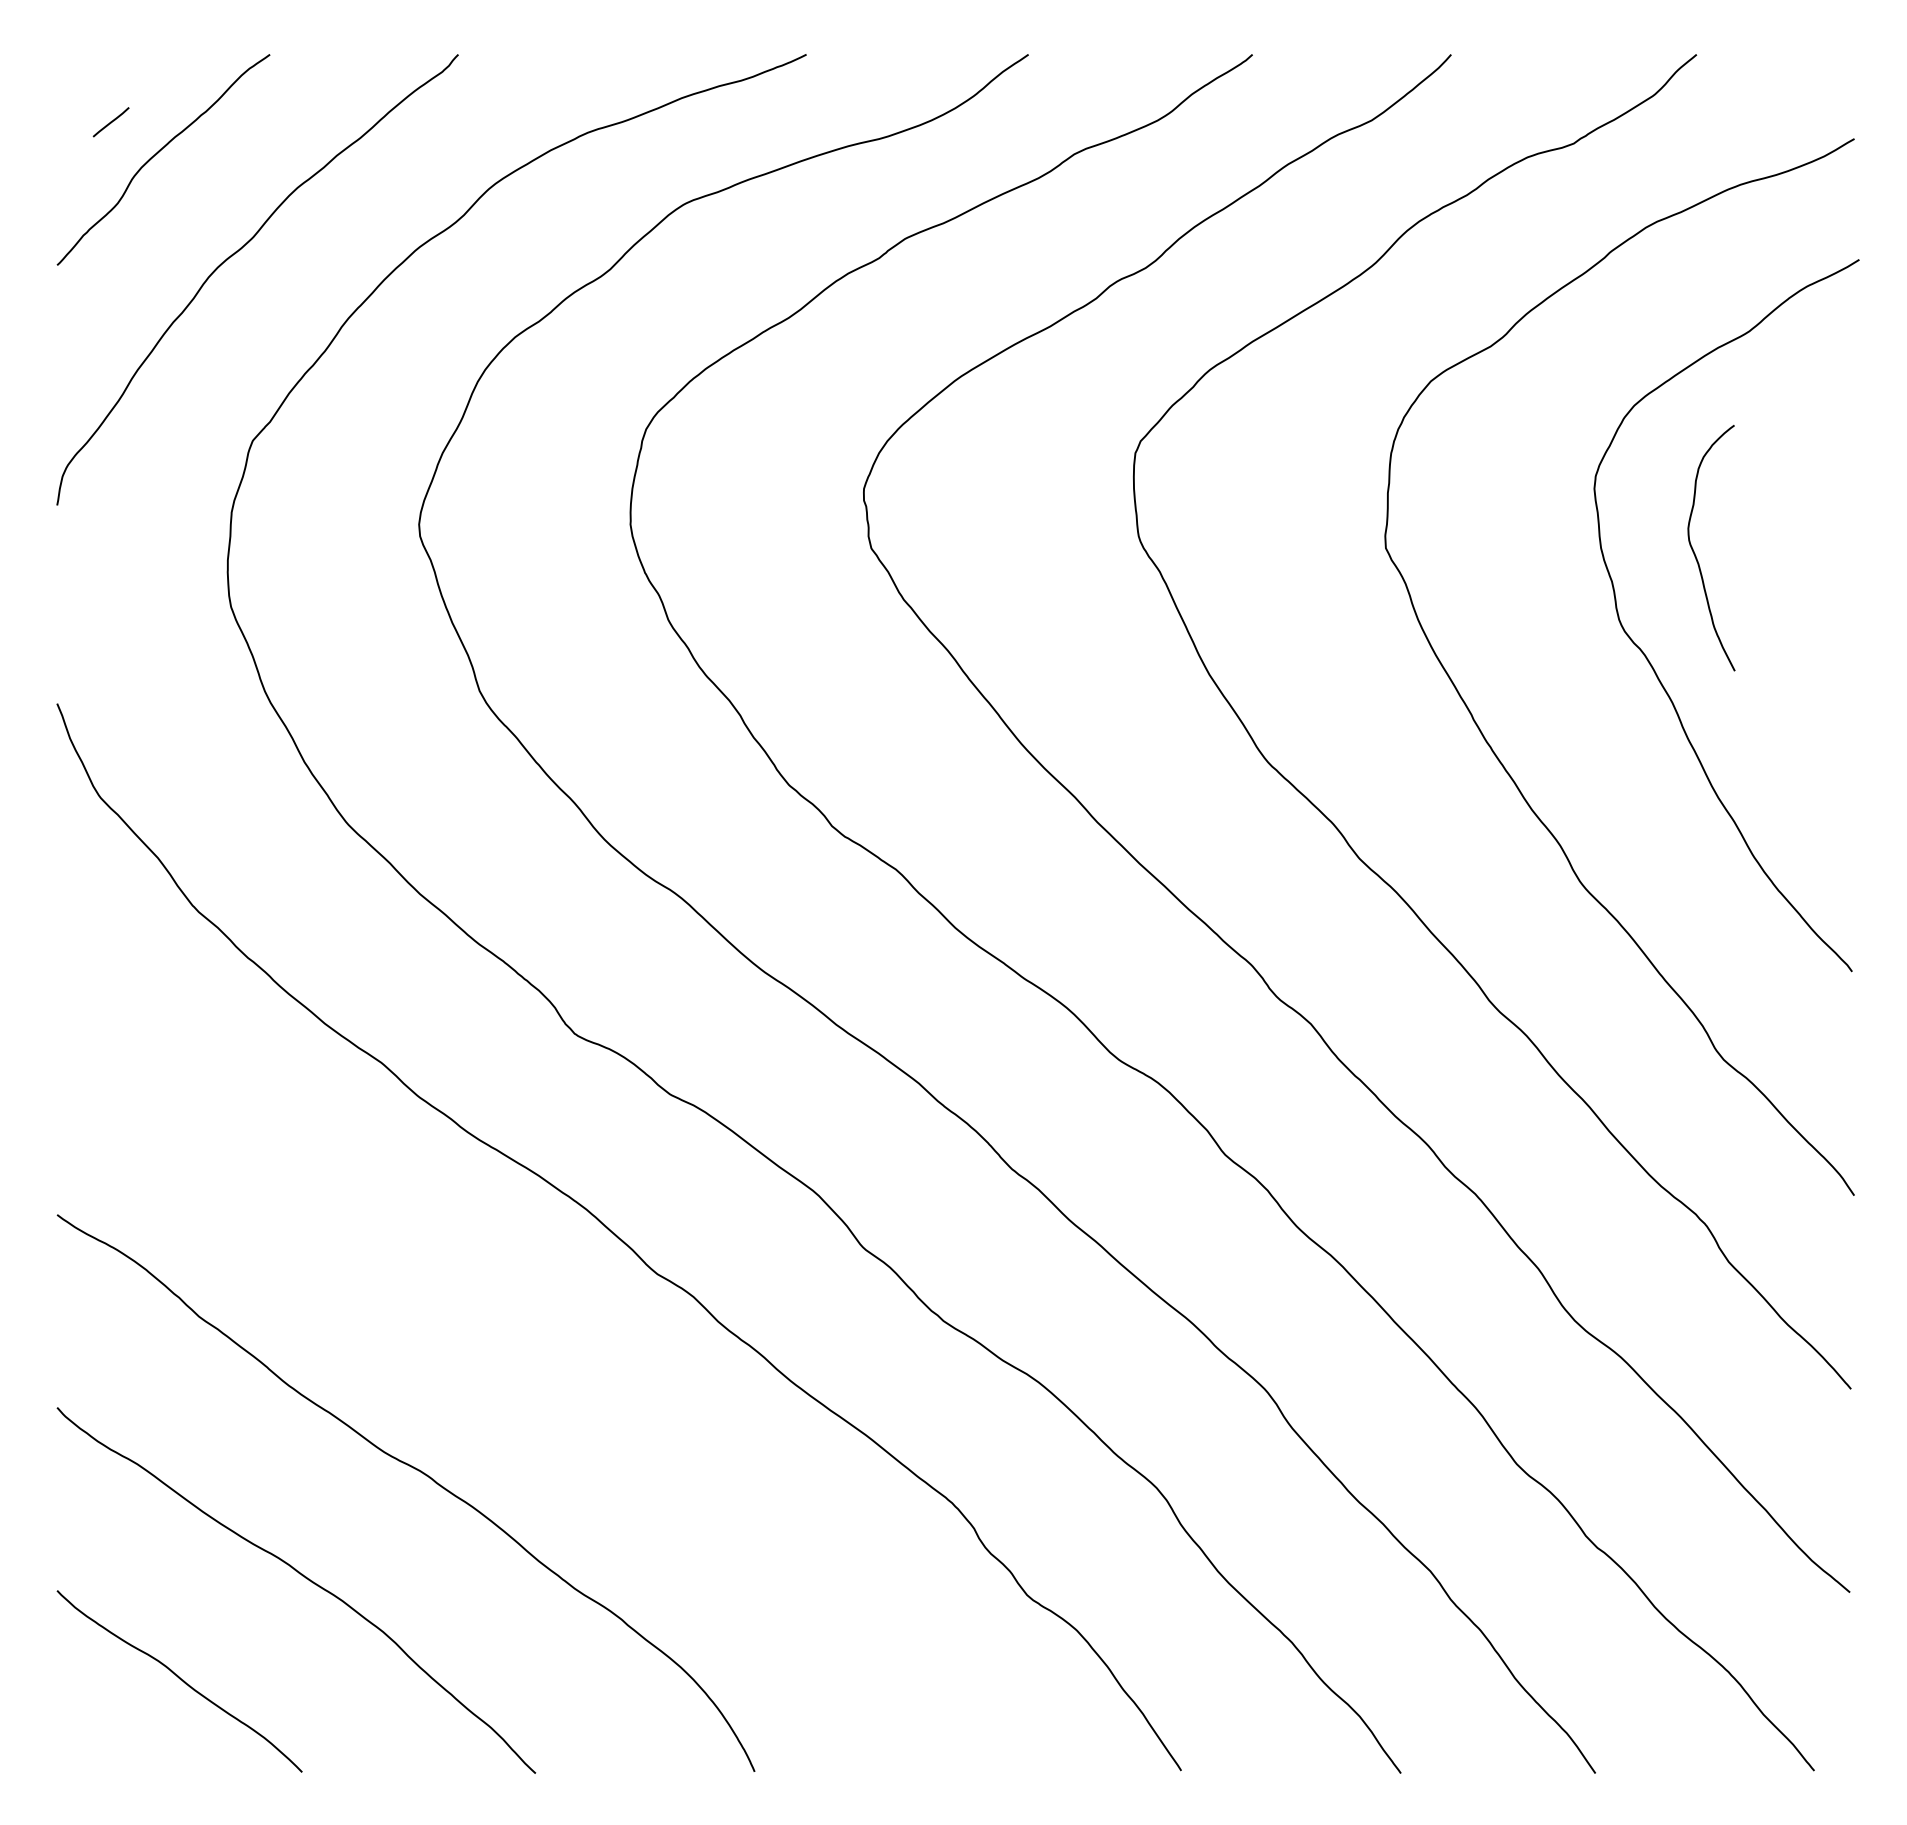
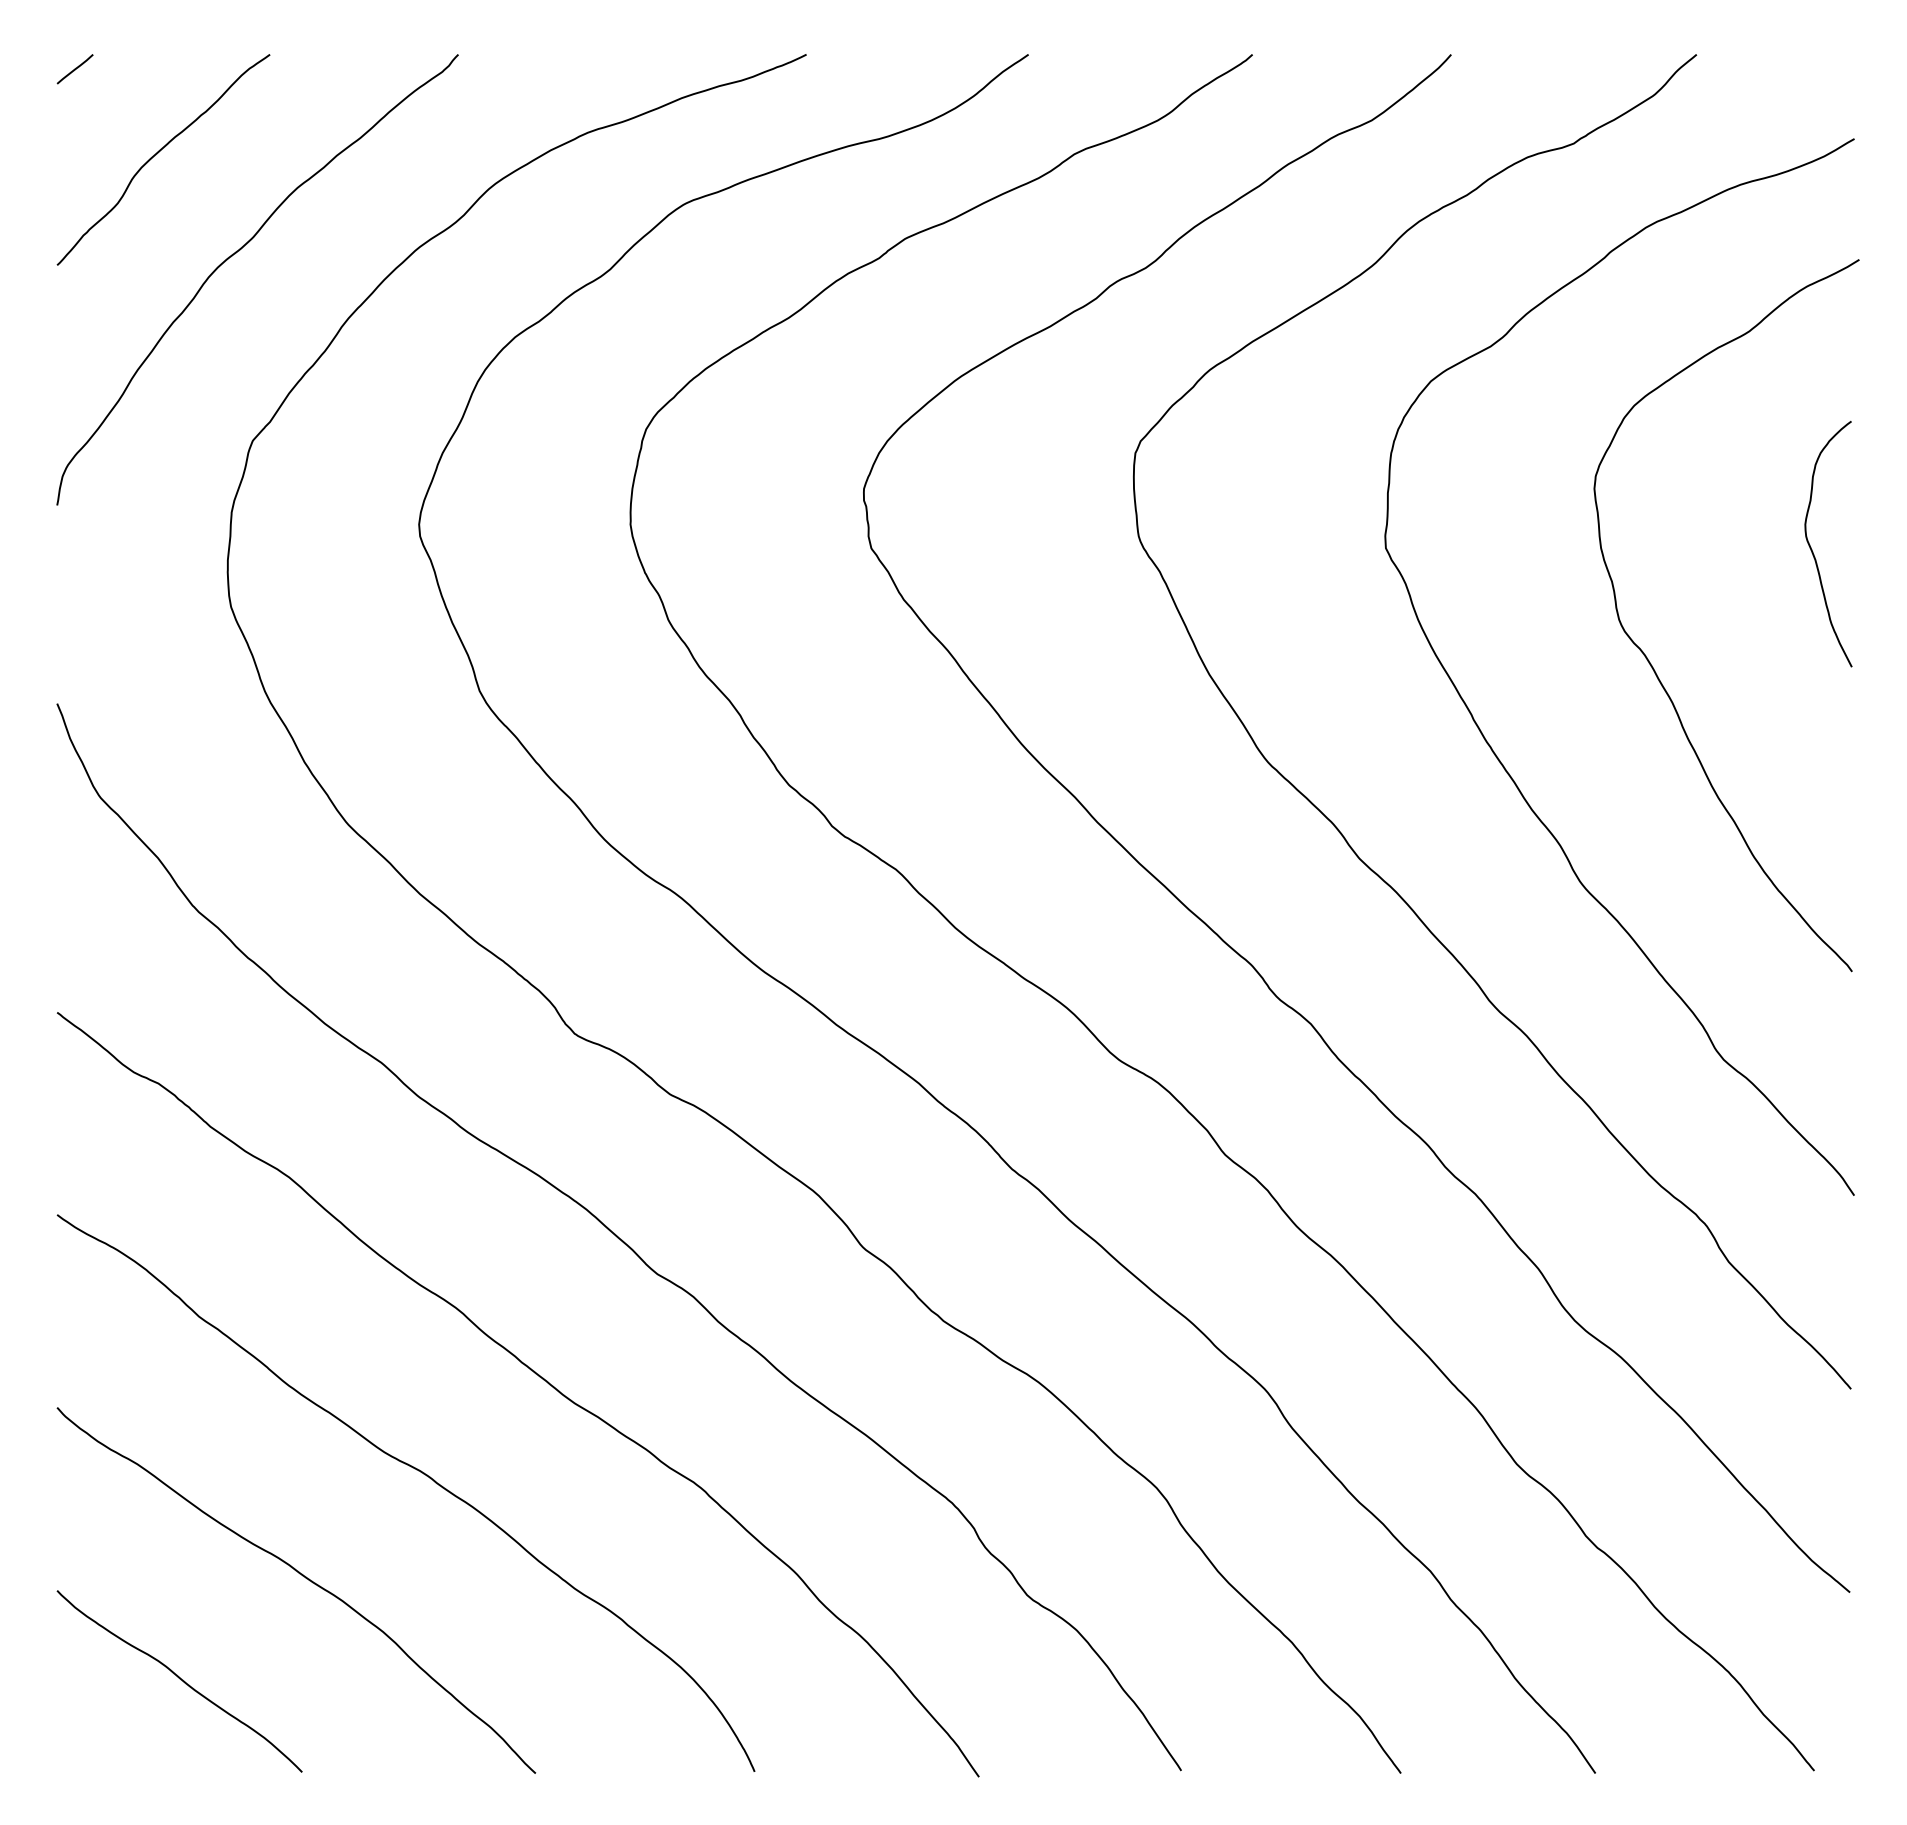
line at (110, 122) position: (110, 122) -> (74, 69)
curve at (1696, 555) position: (1696, 555) -> (1813, 551)
curve at (535, 1374): none -> present
